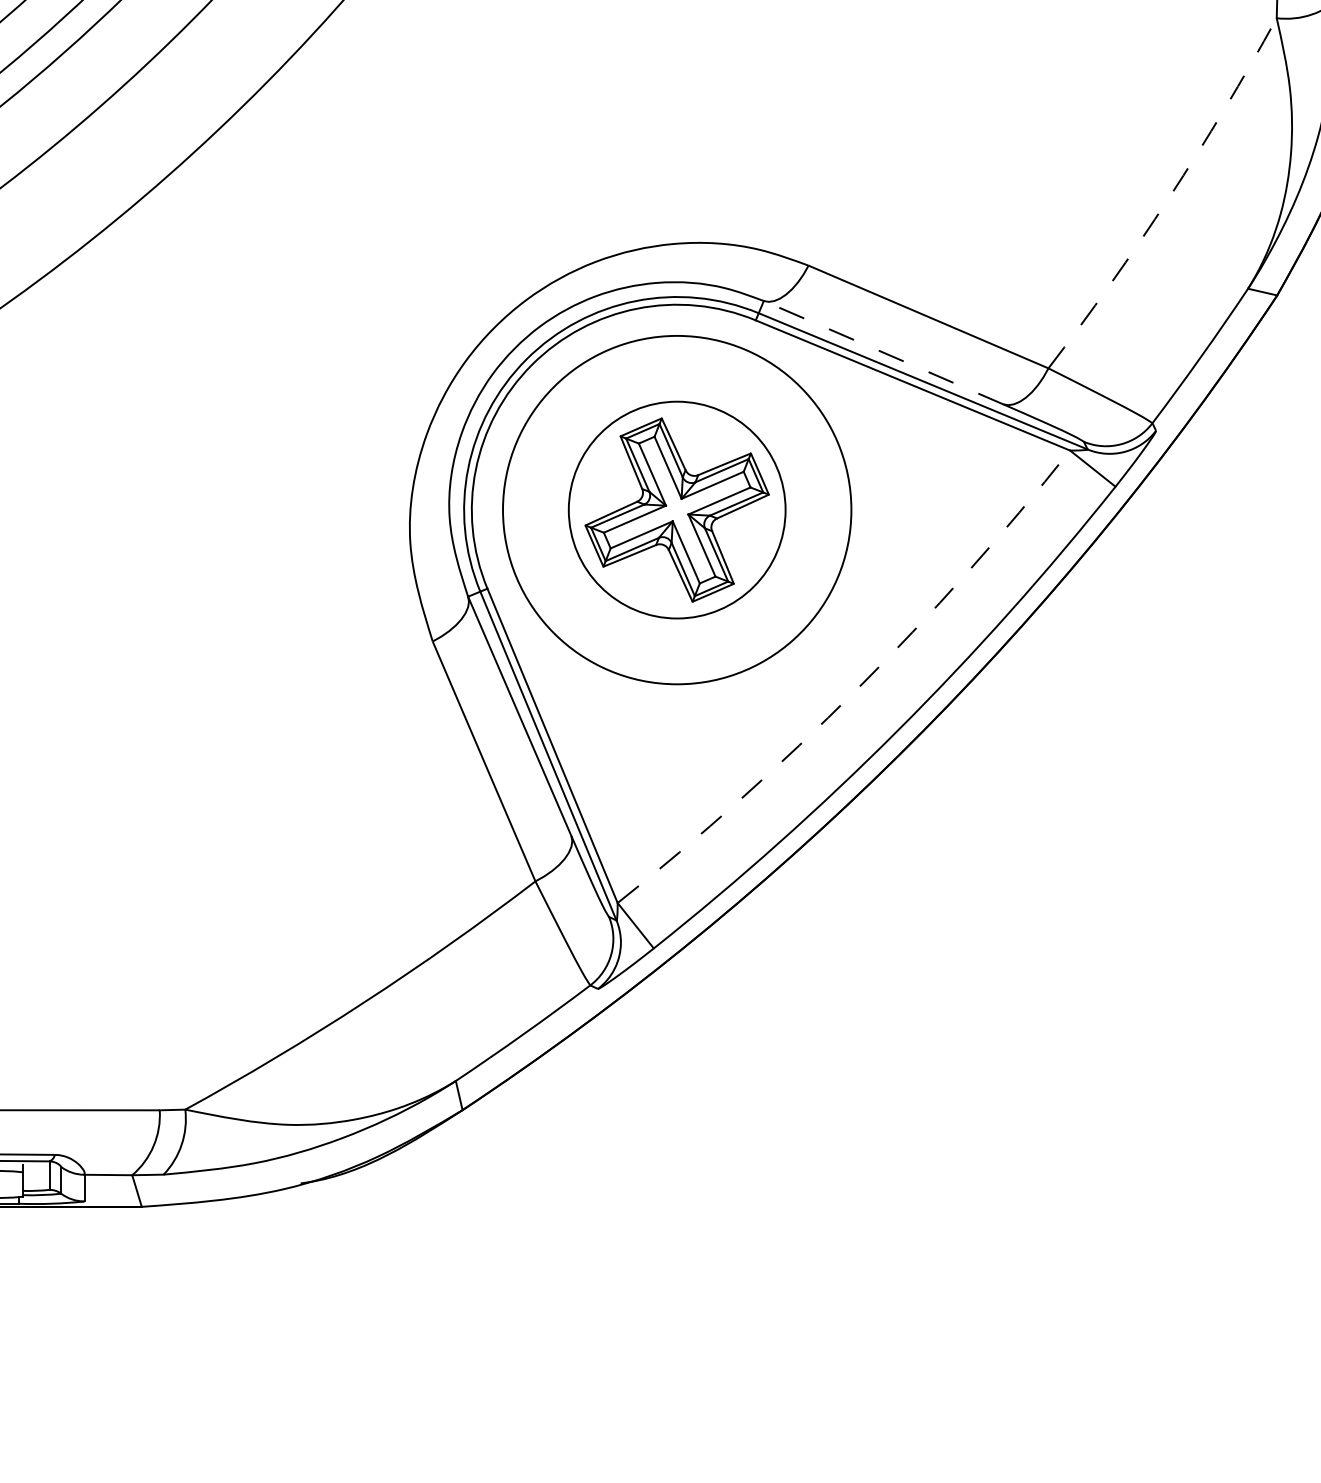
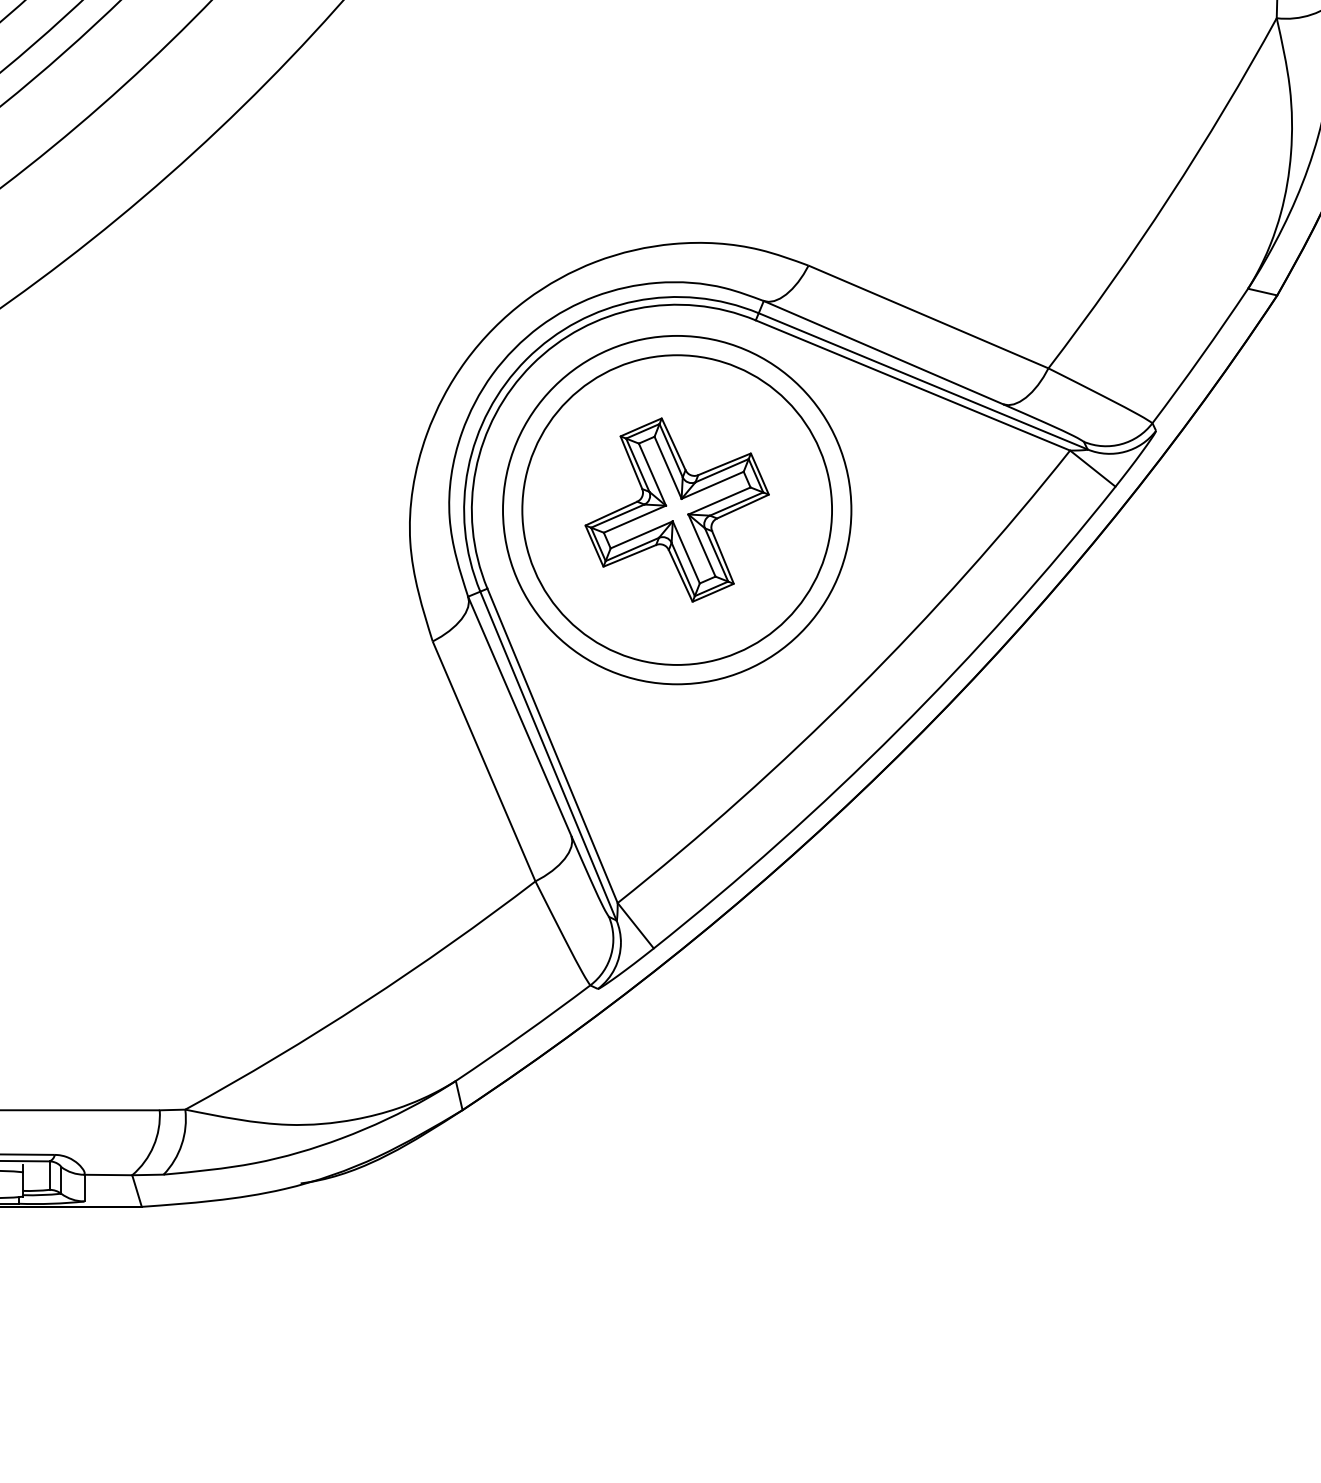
arc at (1169, 197): dashed -> solid
line at (883, 352): dashed -> solid
circle at (676, 509) diameter: 217 px -> 310 px
arc at (856, 689): dashed -> solid
